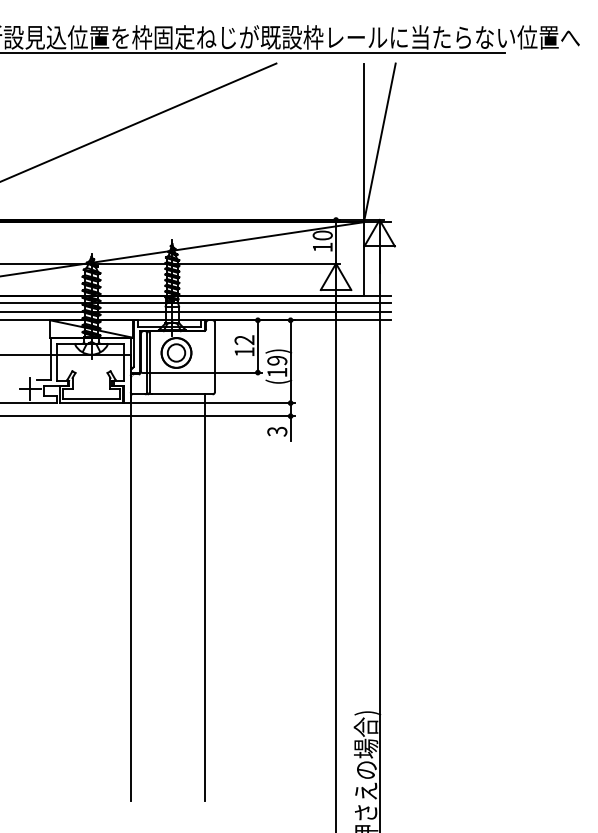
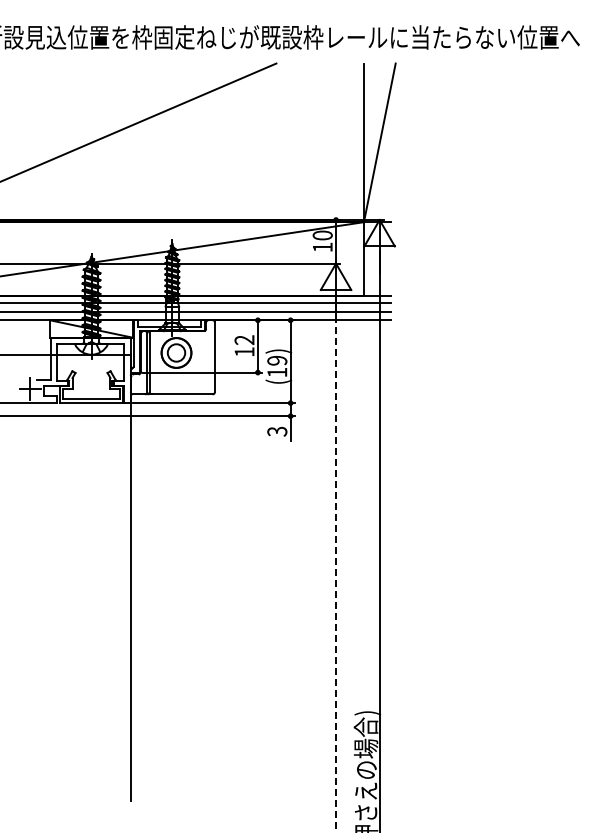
line at (253, 53): present -> none
line at (336, 563): solid -> dashed
line at (205, 597): present -> none
